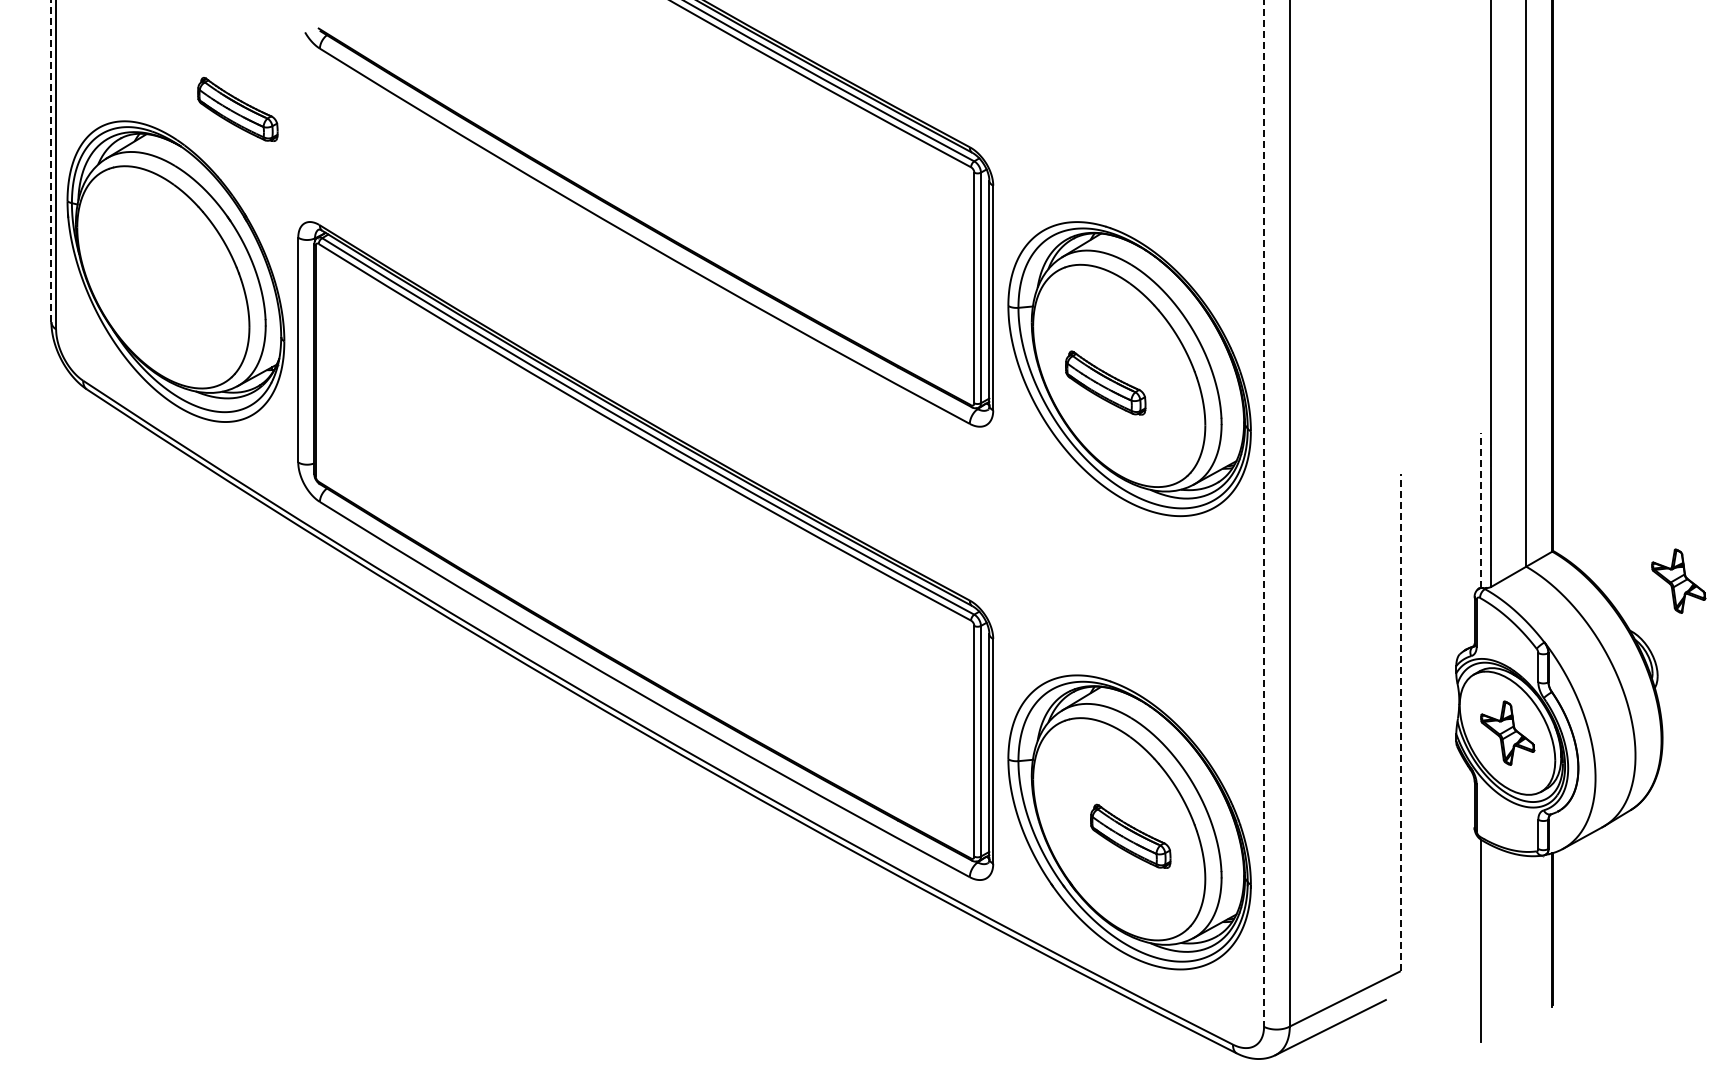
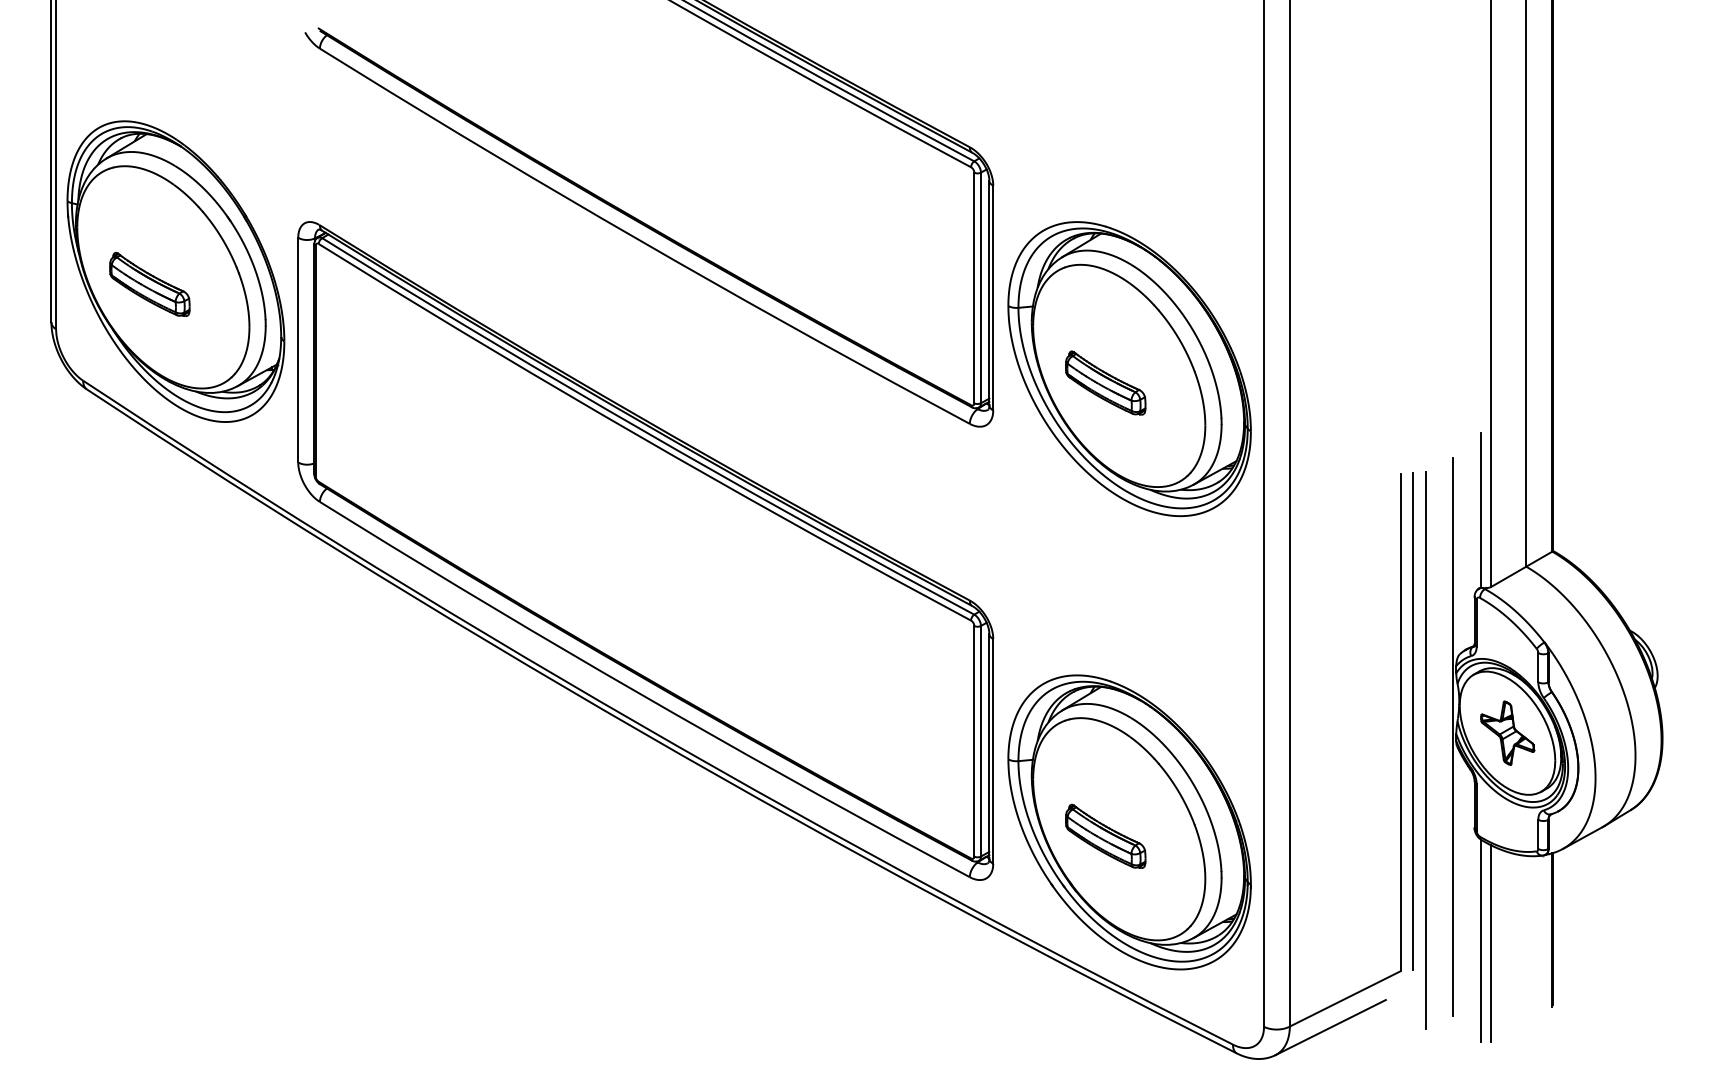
part at (237, 109) position: (237, 109) -> (149, 284)
line at (51, 161): dashed -> solid
line at (1481, 509): dashed -> solid
line at (1264, 513): dashed -> solid
part at (1678, 580): present -> none
line at (1413, 720): none -> present
line at (1400, 722): dashed -> solid
line at (1452, 736): none -> present
line at (1426, 750): none -> present
part at (1130, 835) position: (1130, 835) -> (1105, 835)
line at (1491, 943): none -> present
